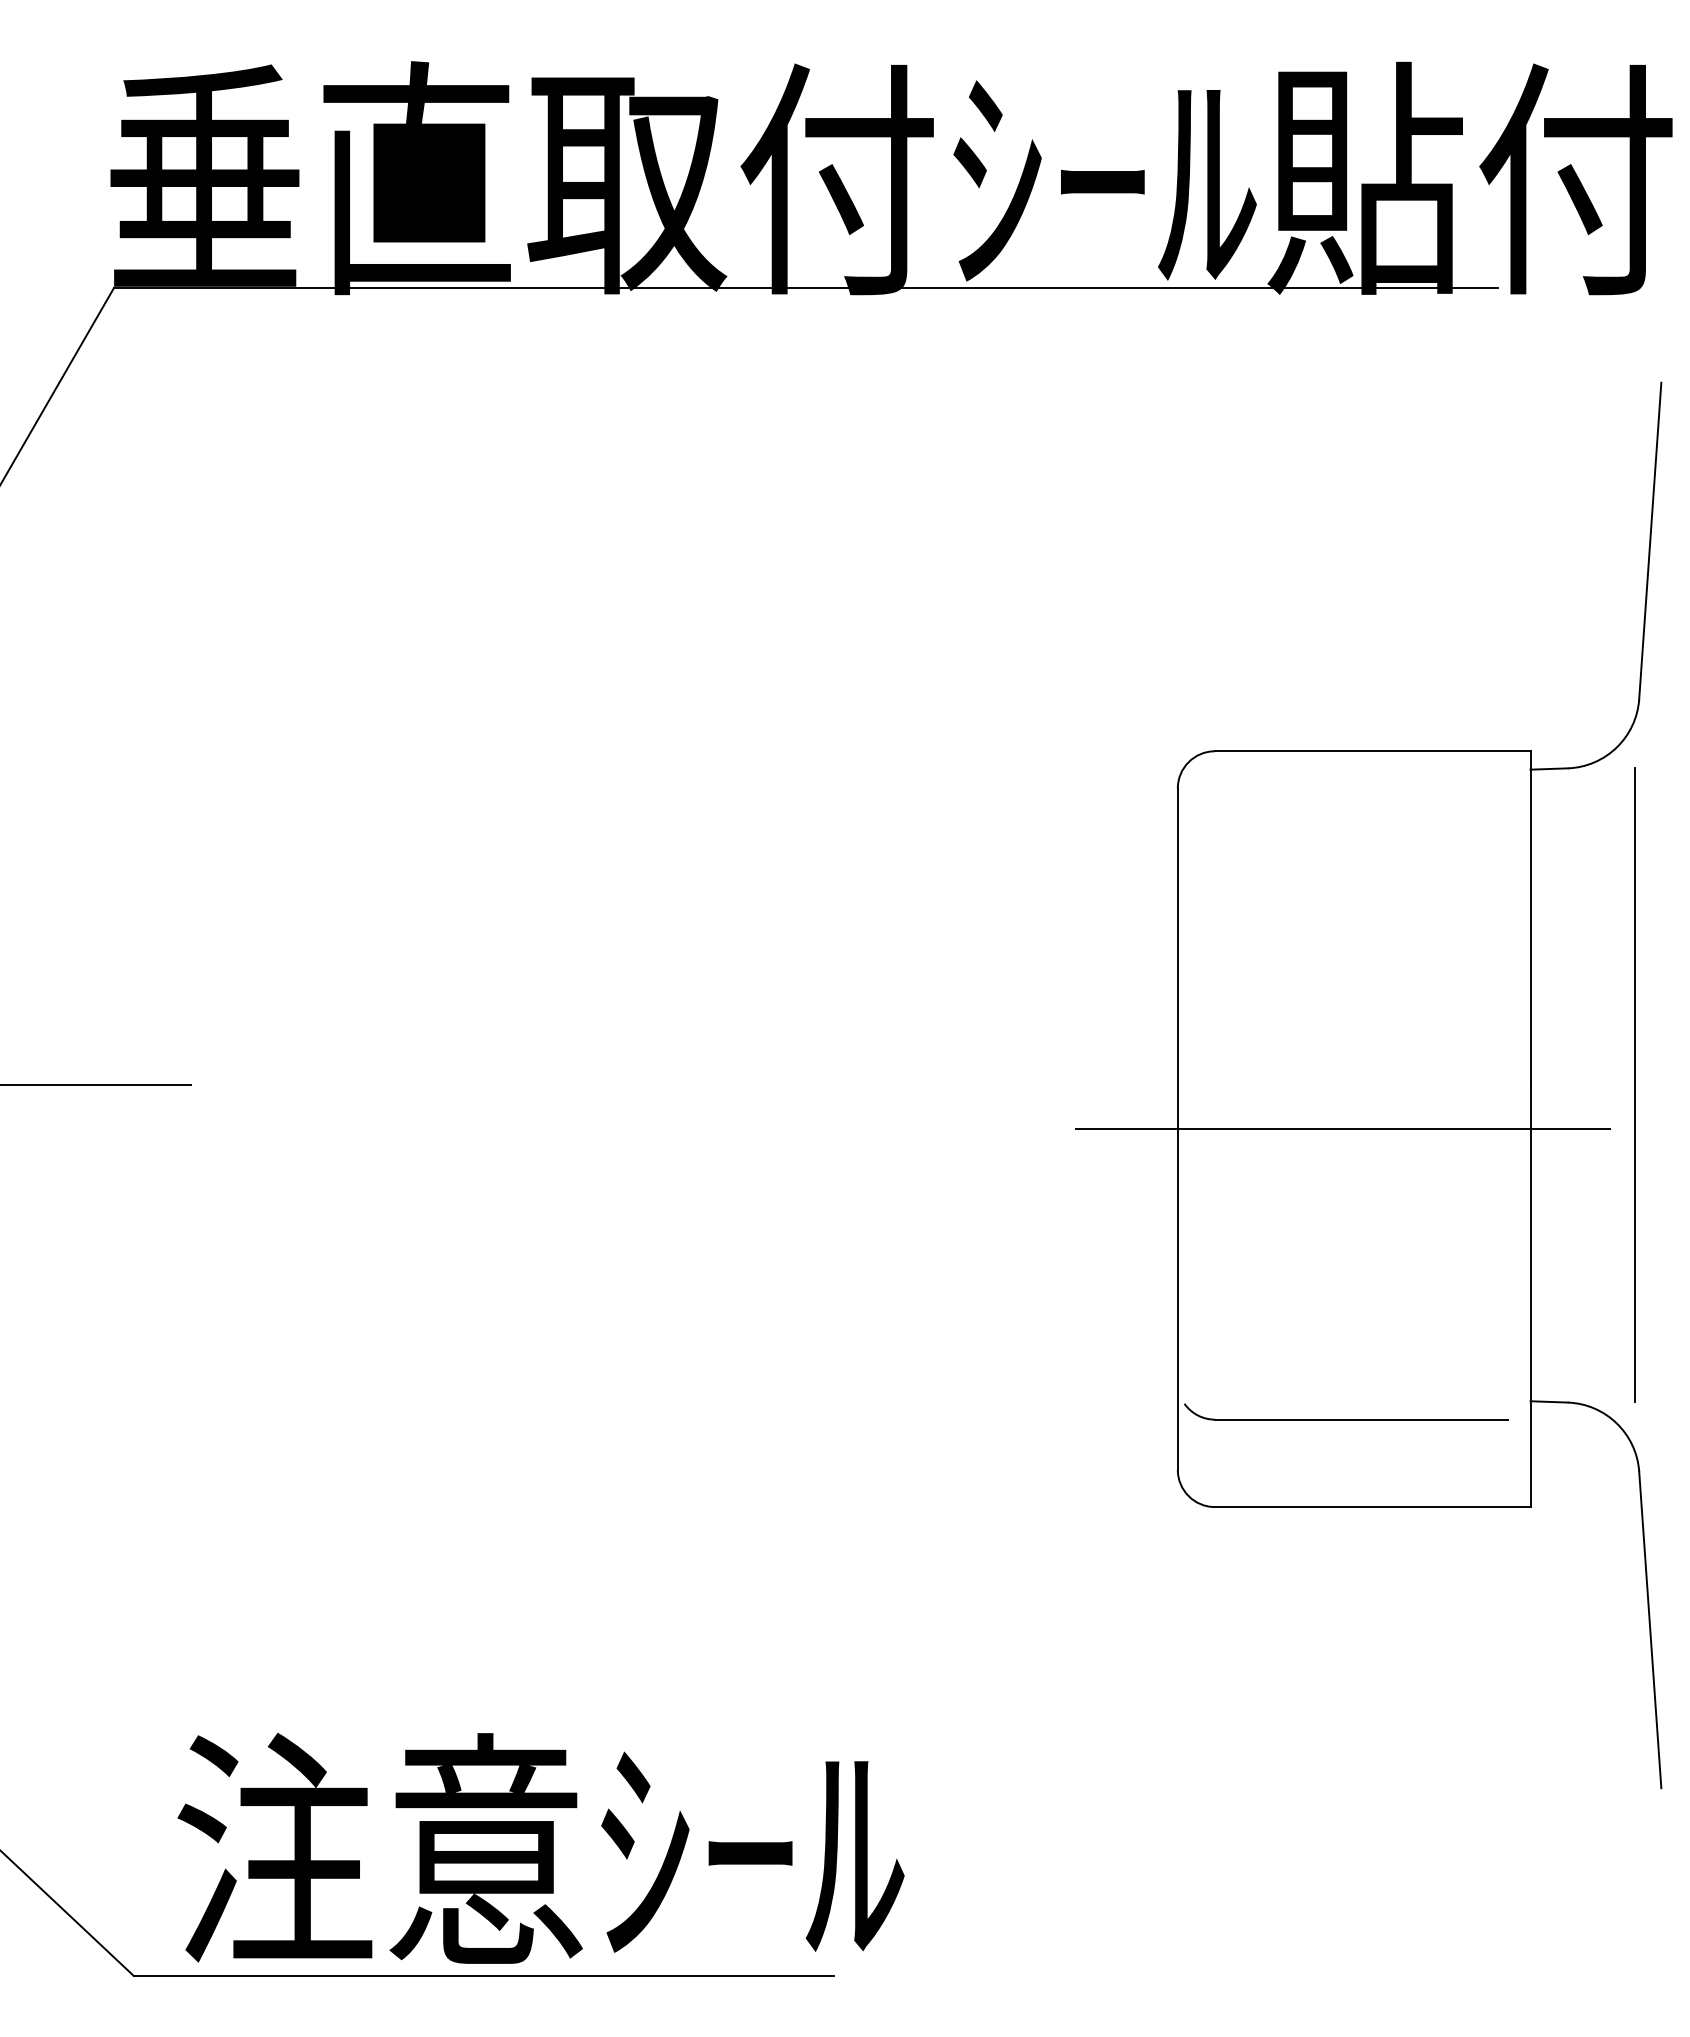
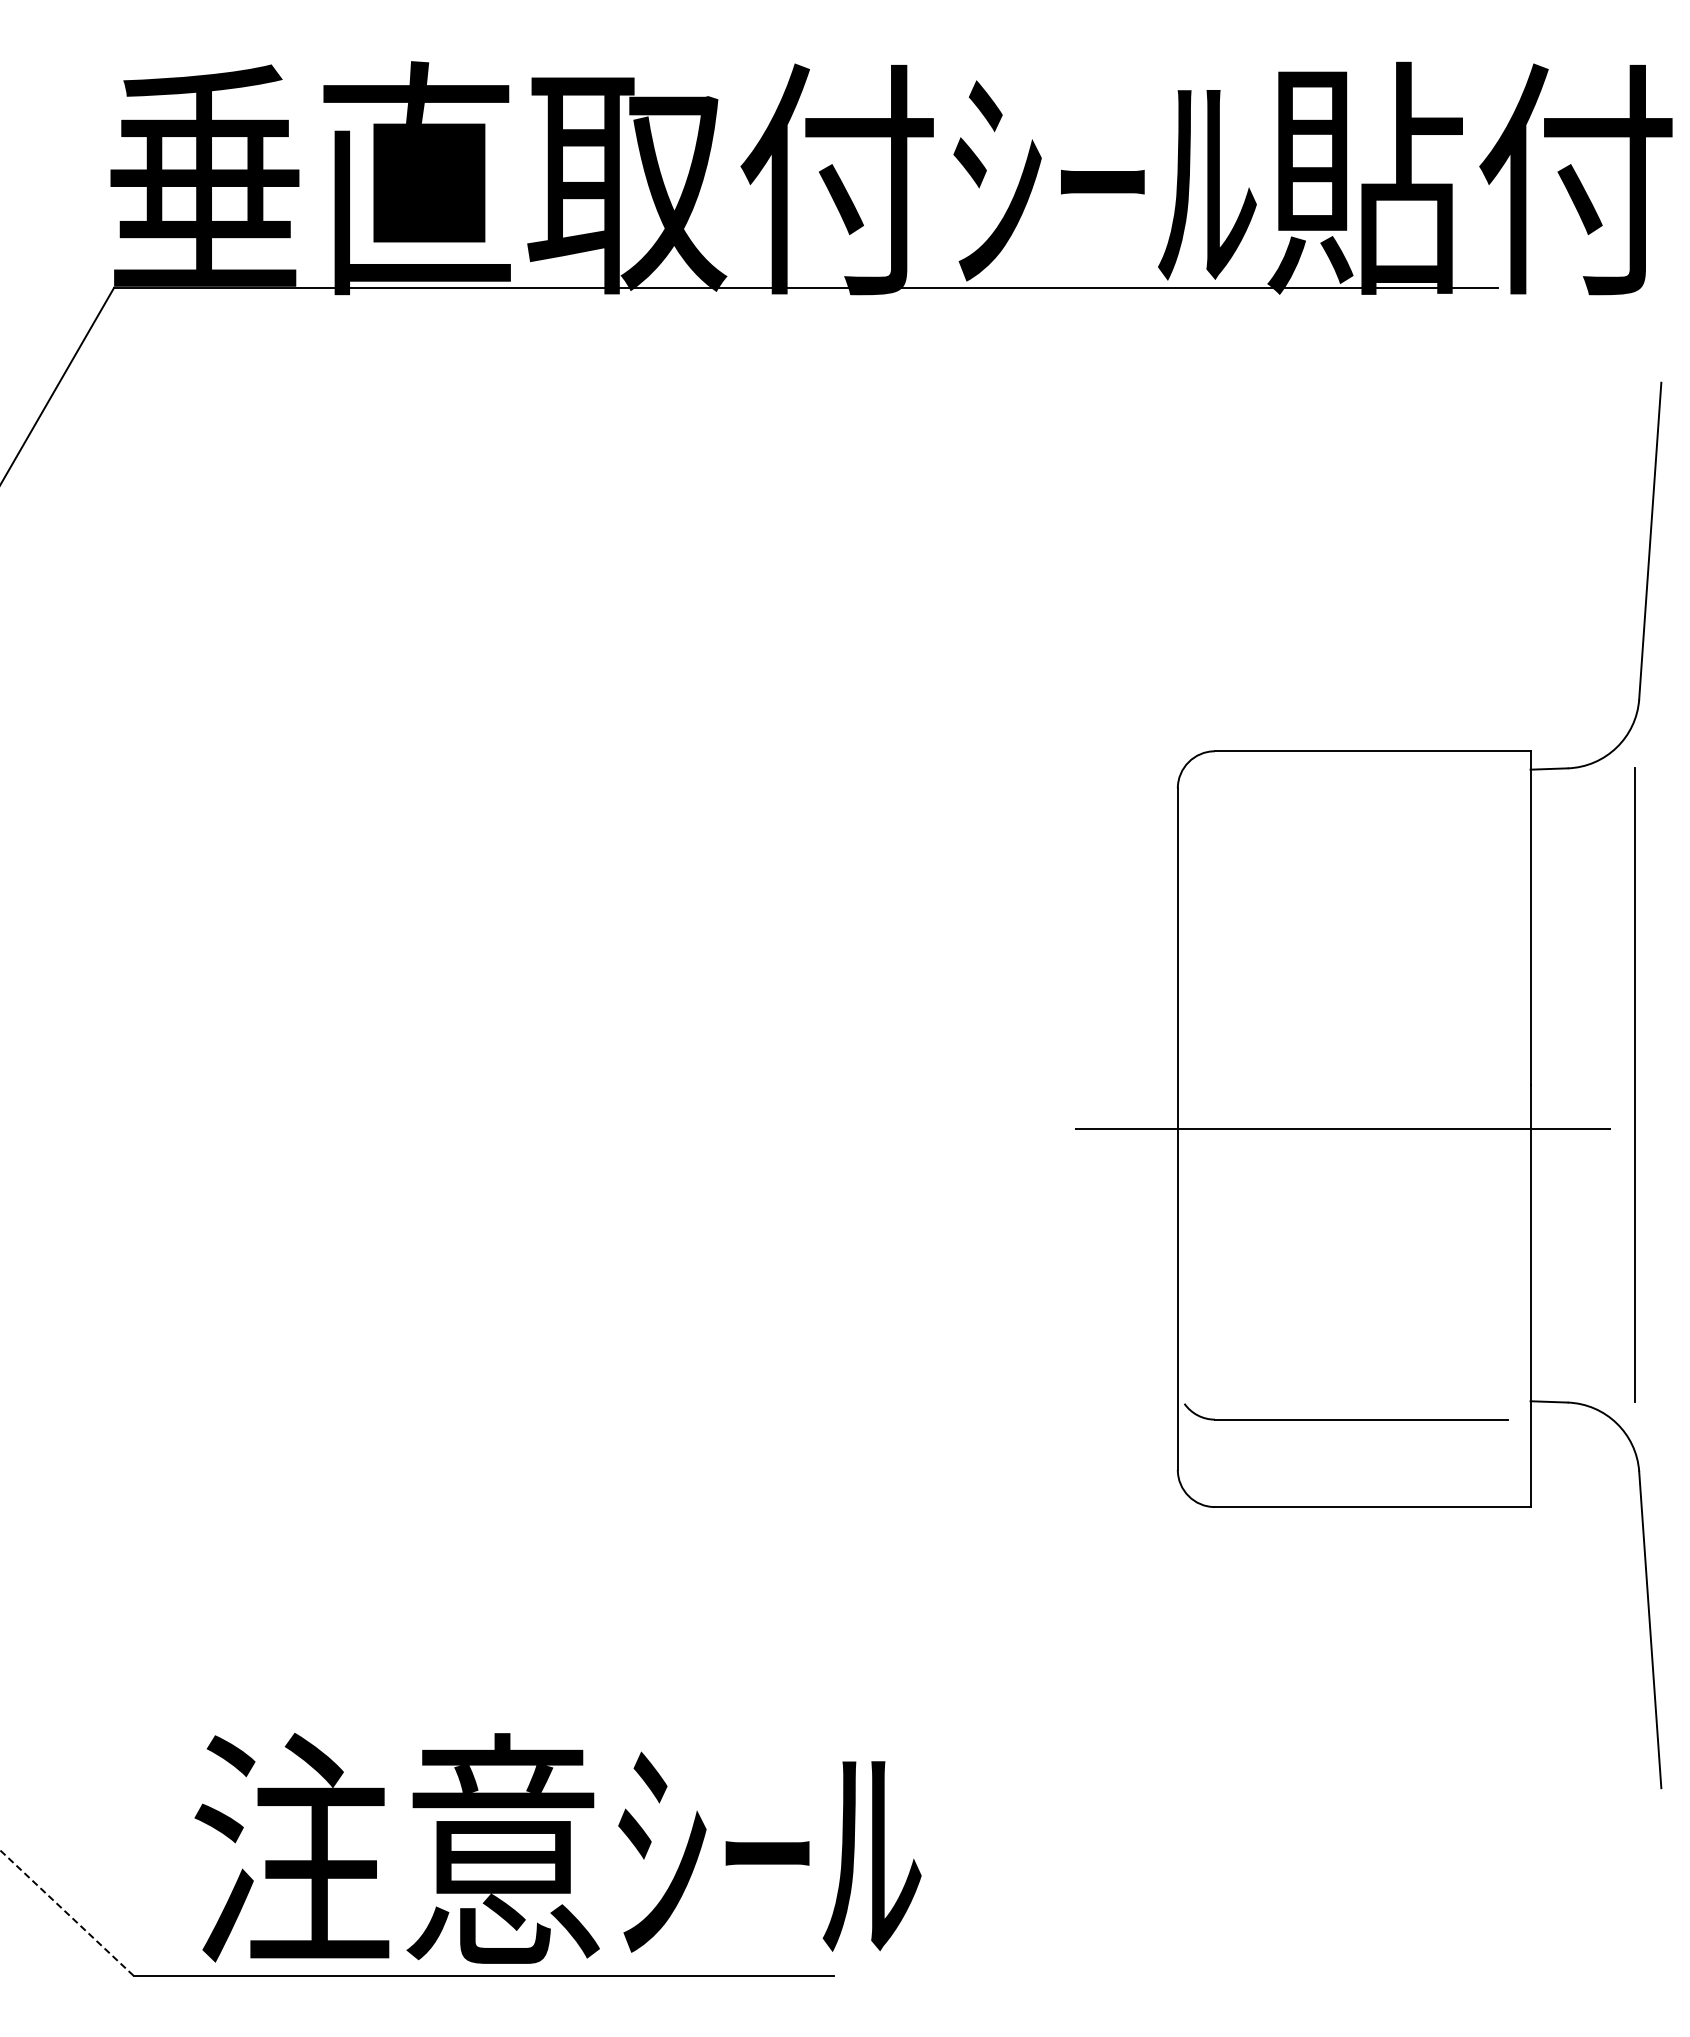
line at (96, 1085): present -> none
text at (540, 1848) position: (540, 1848) -> (557, 1848)
line at (66, 1912): solid -> dashed
